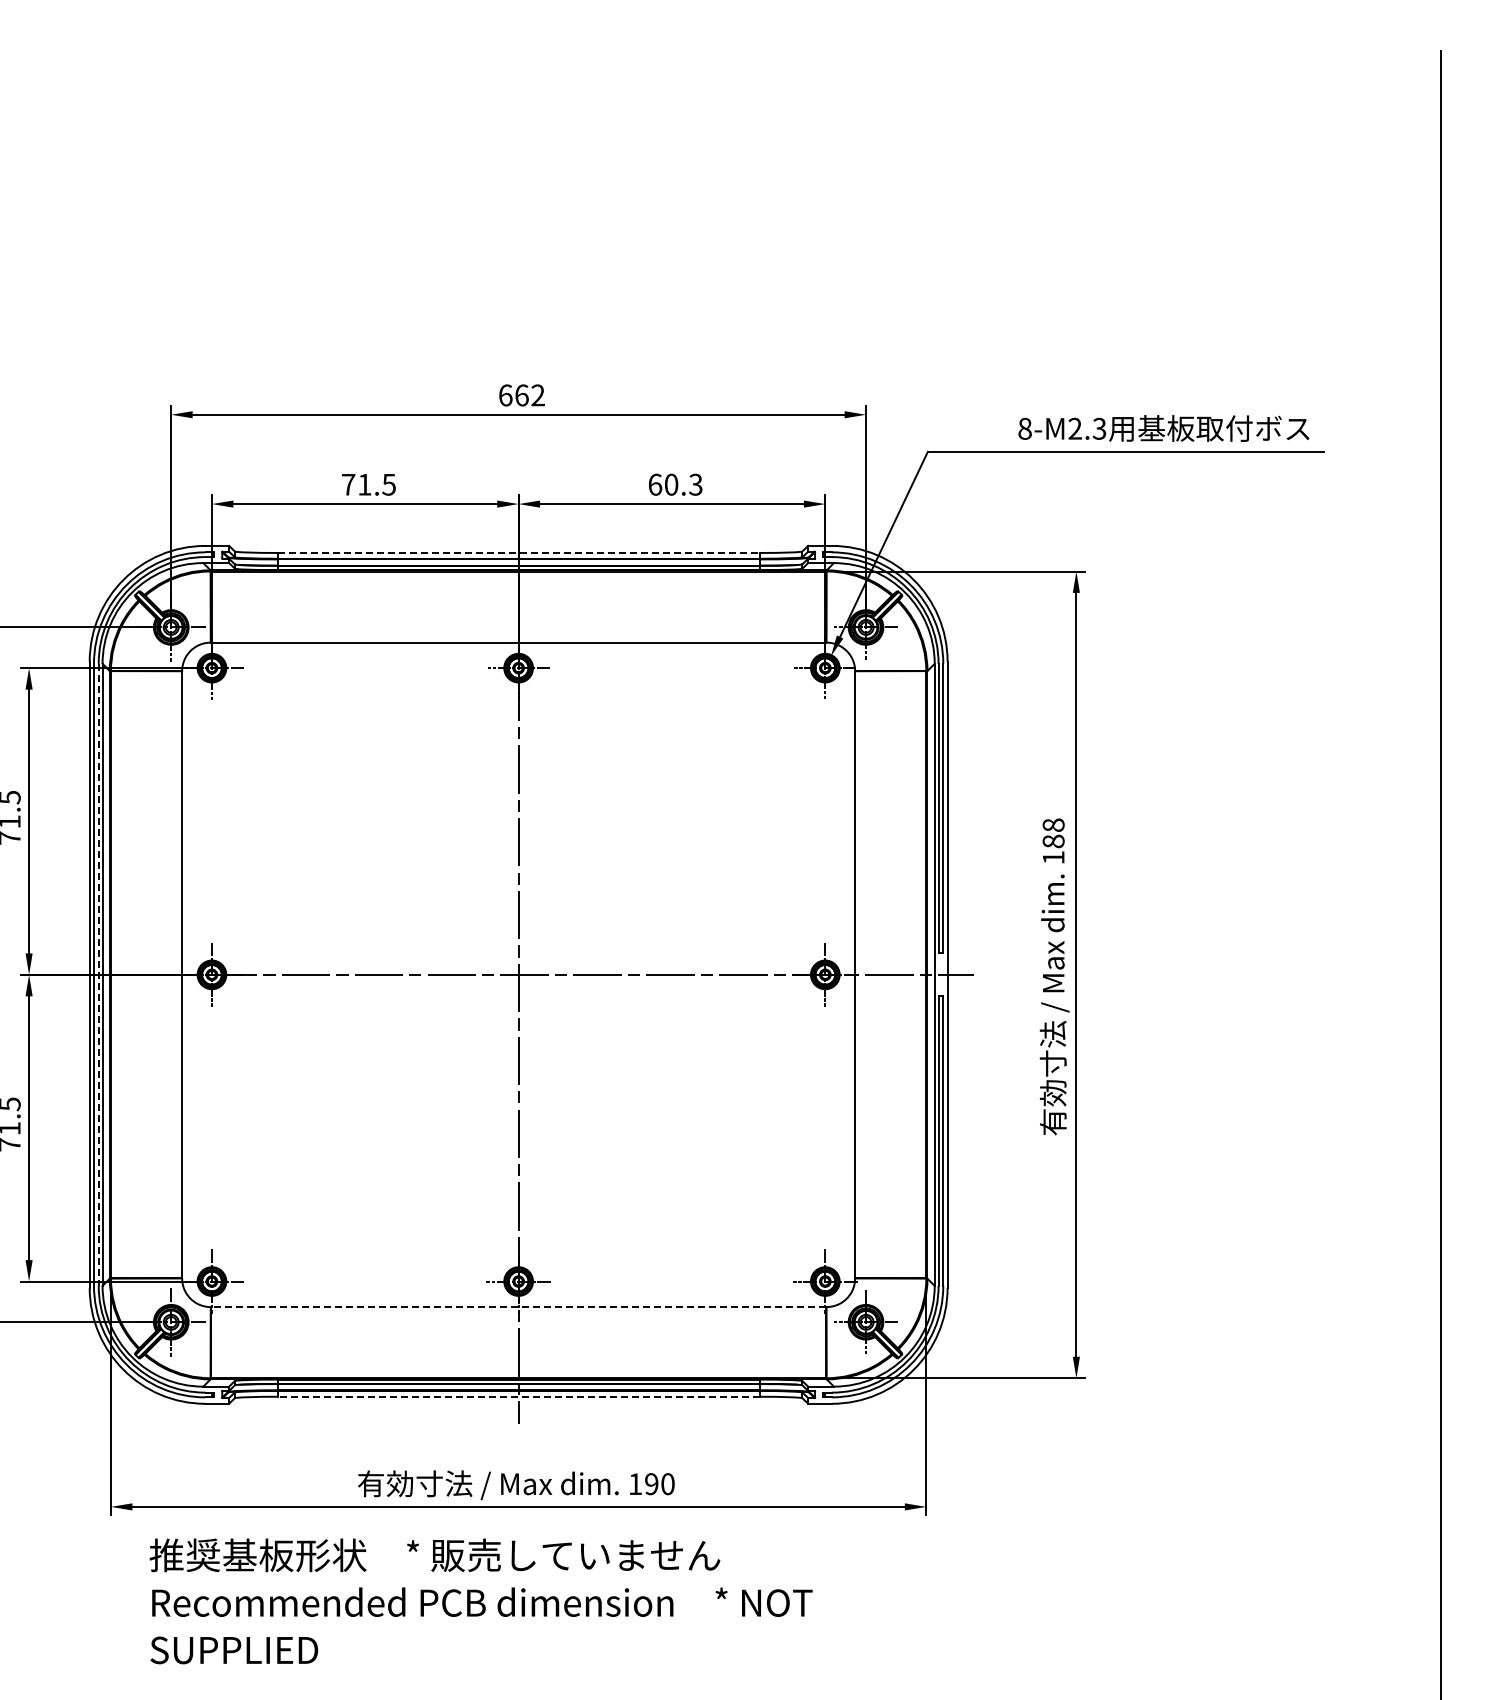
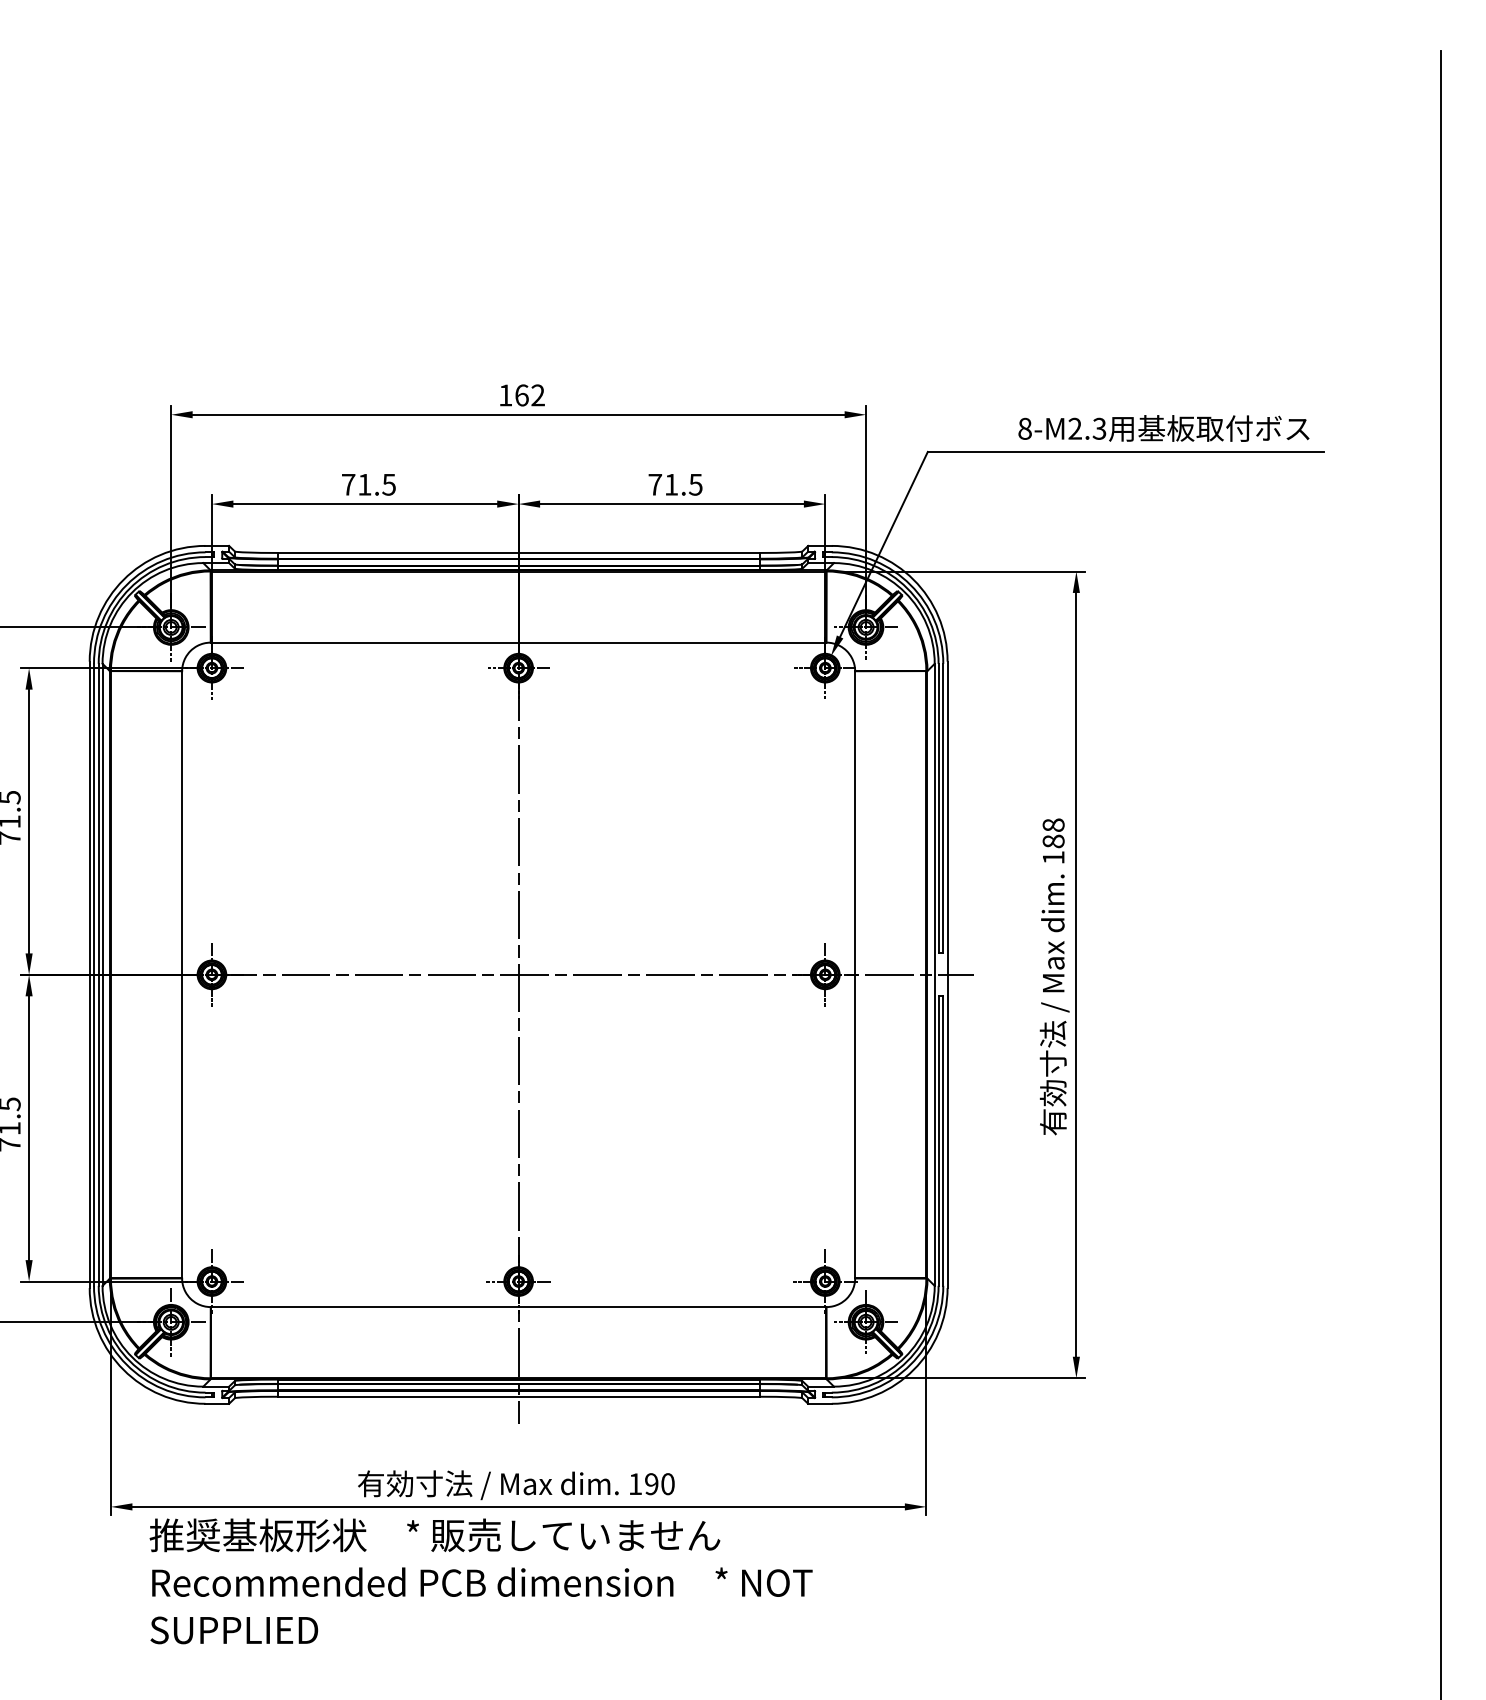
text at (505, 395): 662 -> 162
text at (675, 484): 60.3 -> 71.5
line at (518, 552): dashed -> solid
line at (98, 974): dashed -> solid
line at (518, 1307): dashed -> solid
line at (518, 1396): dashed -> solid
text at (480, 1601) position: (480, 1601) -> (480, 1581)
